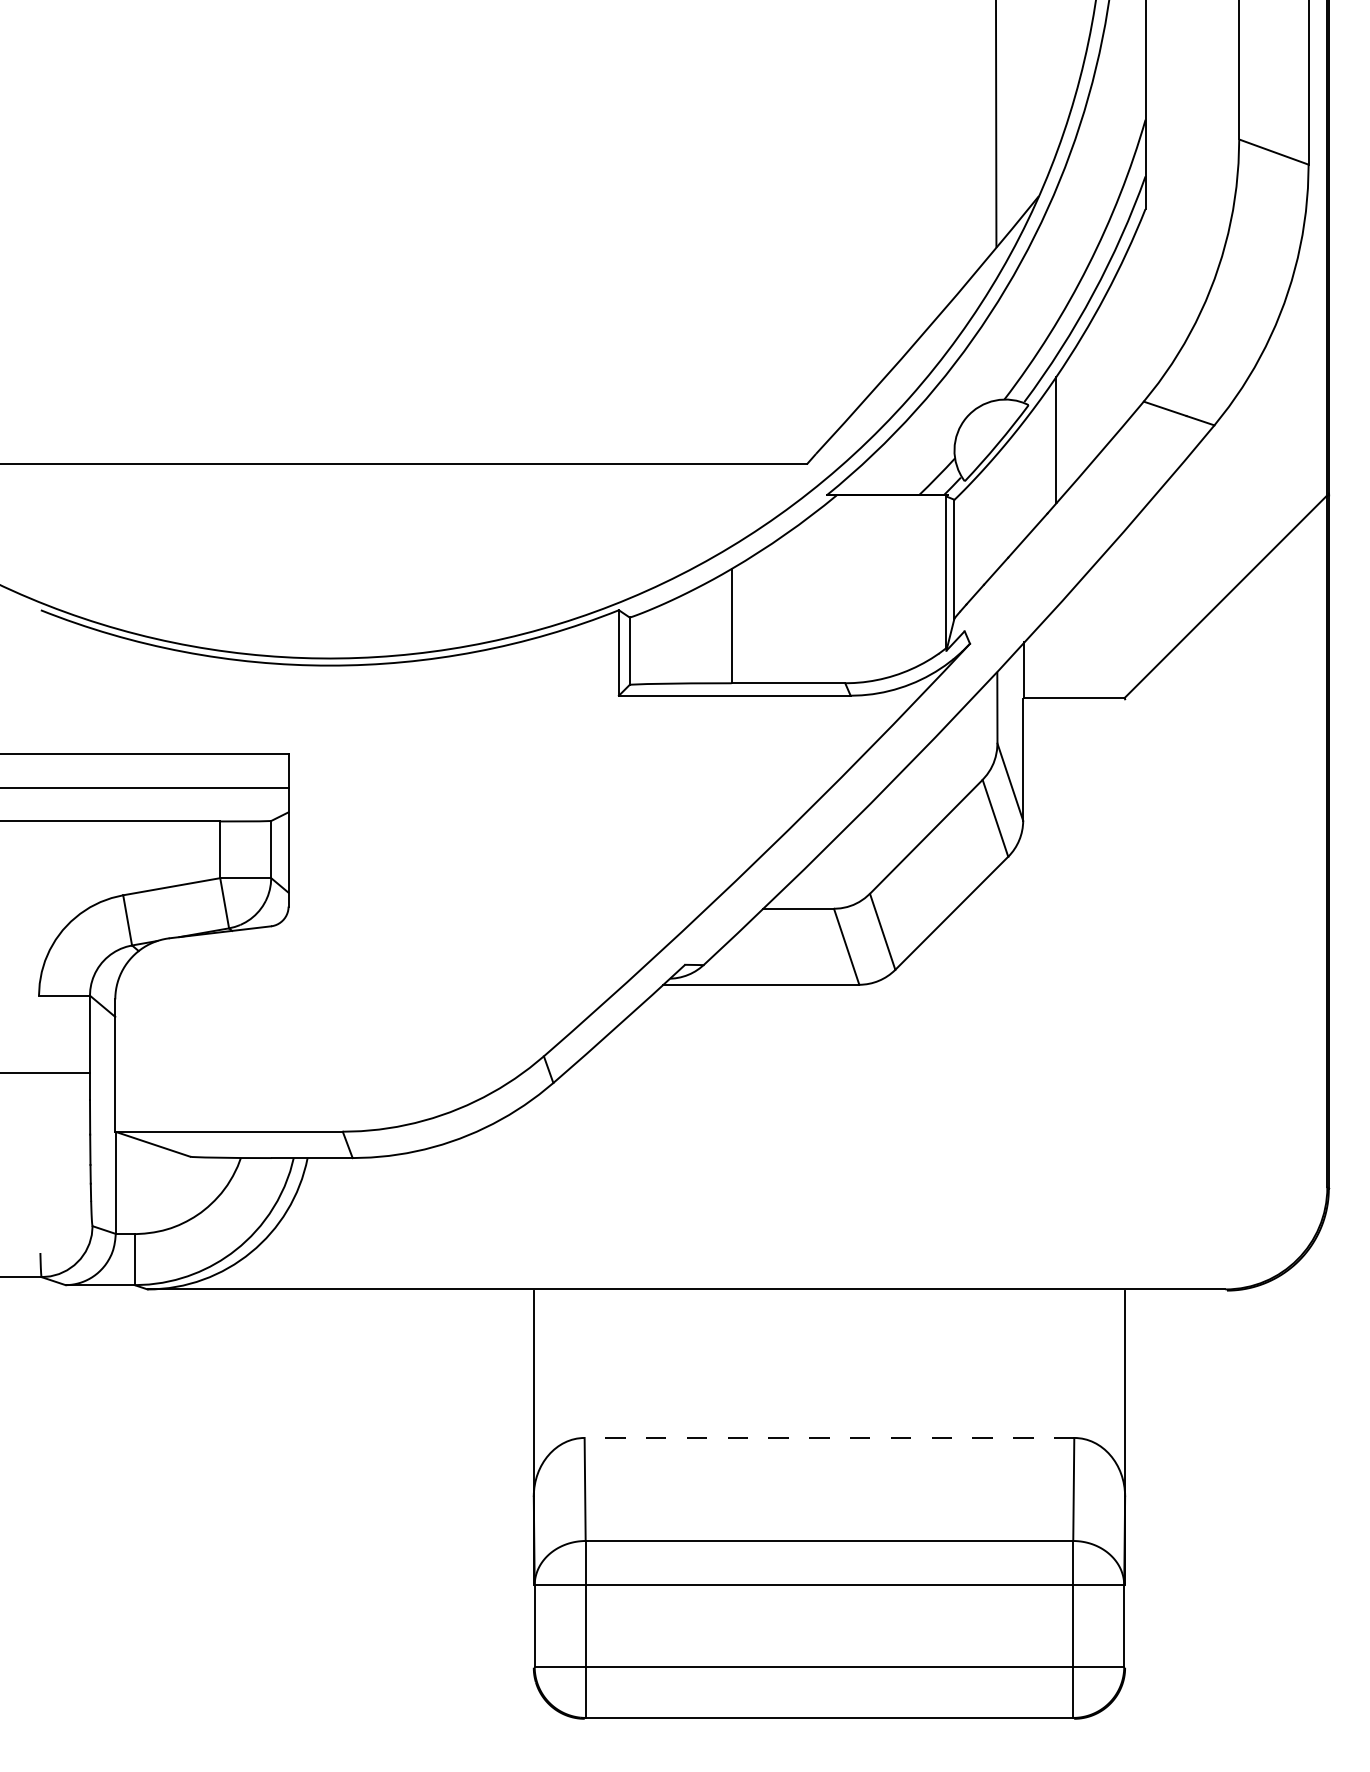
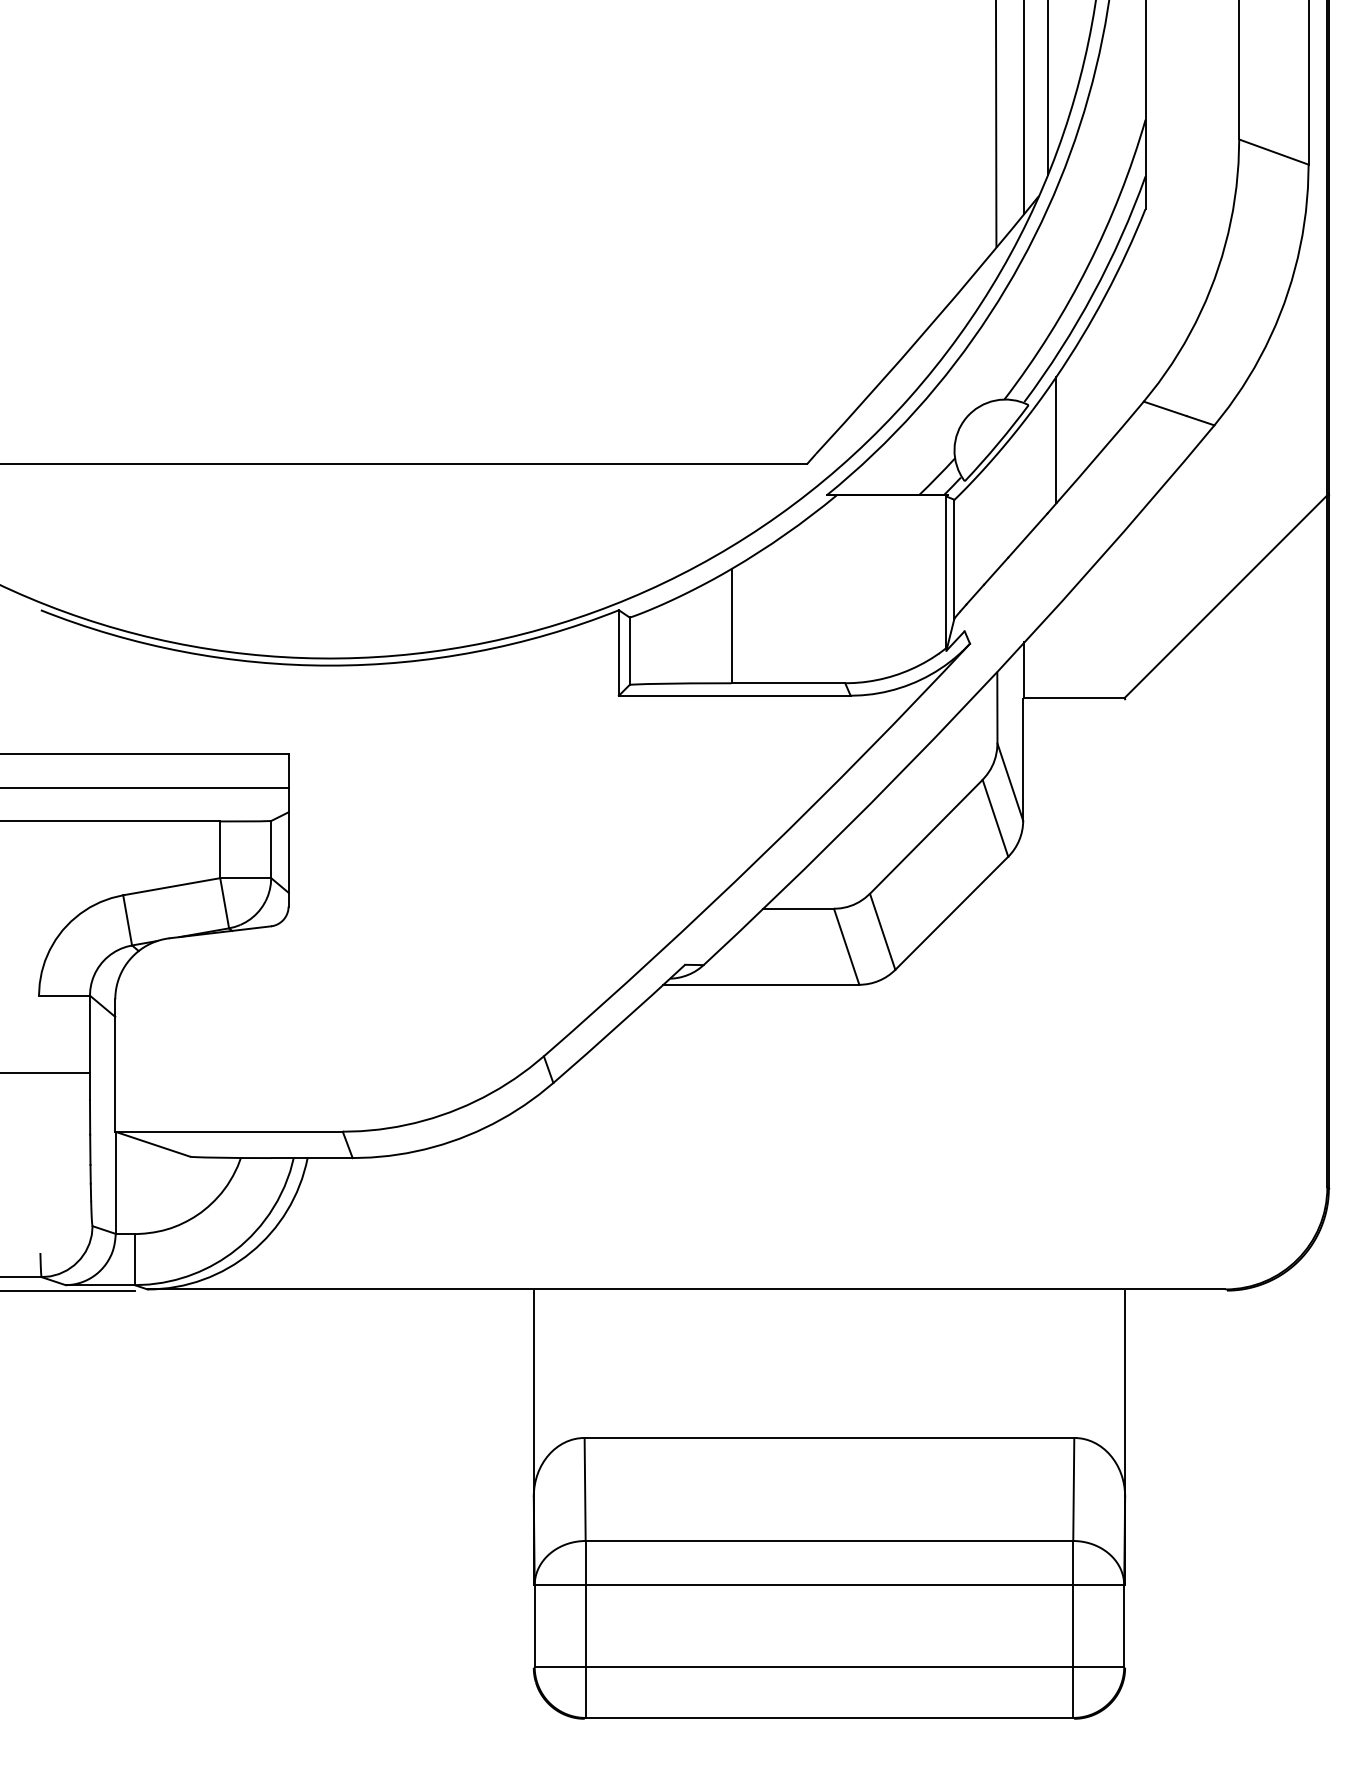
line at (1047, 88): none -> present
line at (1024, 107): none -> present
line at (68, 1290): none -> present
line at (829, 1437): dashed -> solid
